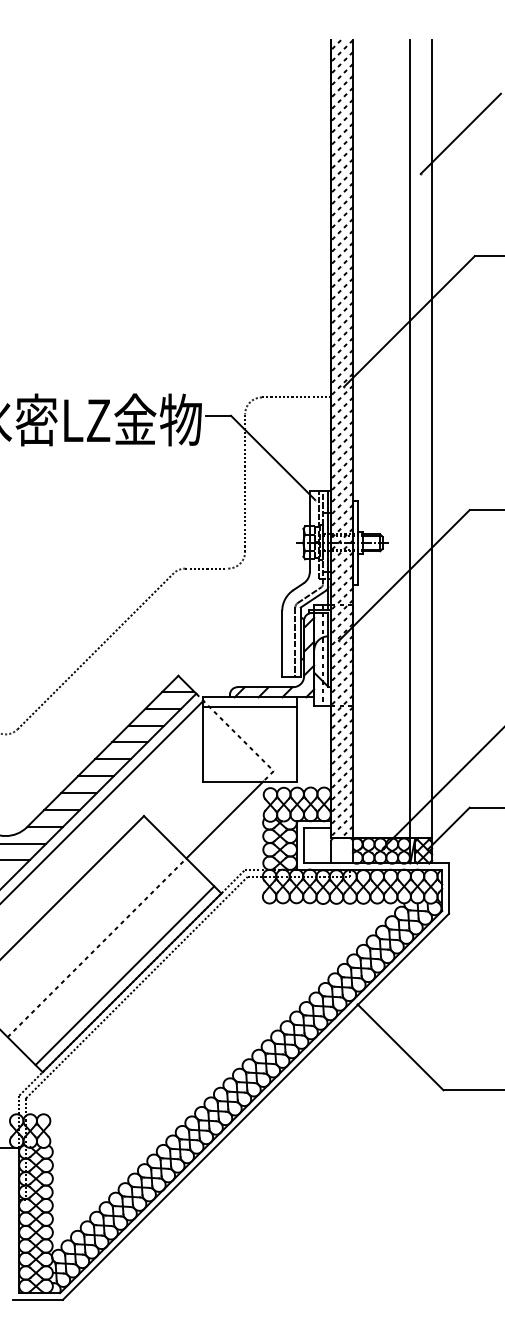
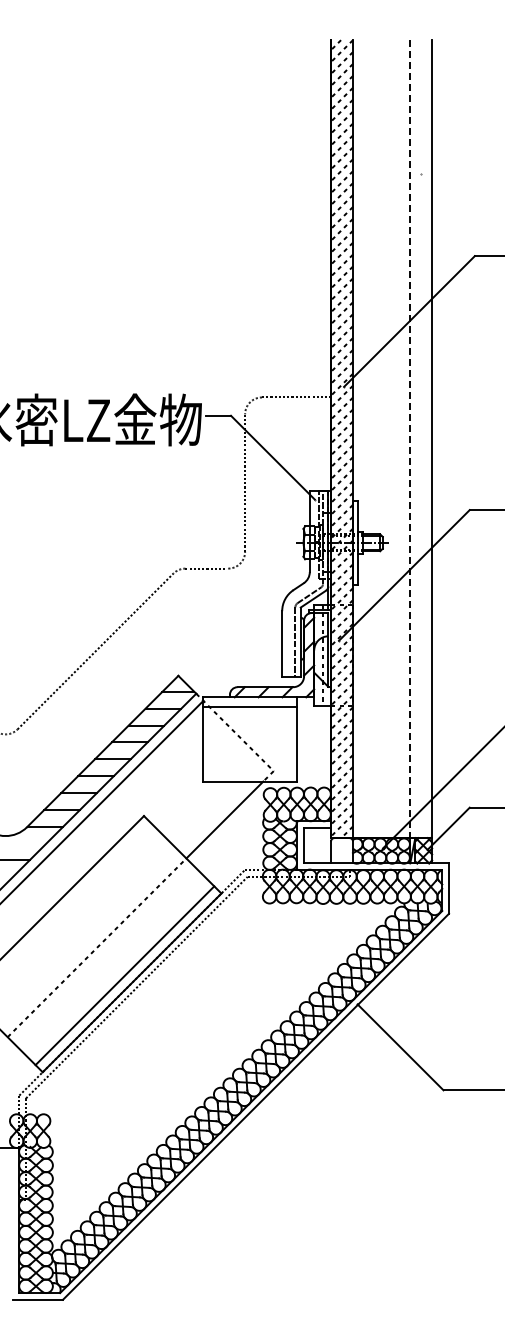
line at (460, 133): present -> none
line at (410, 439): solid -> dashed
line at (24, 843): present -> none
